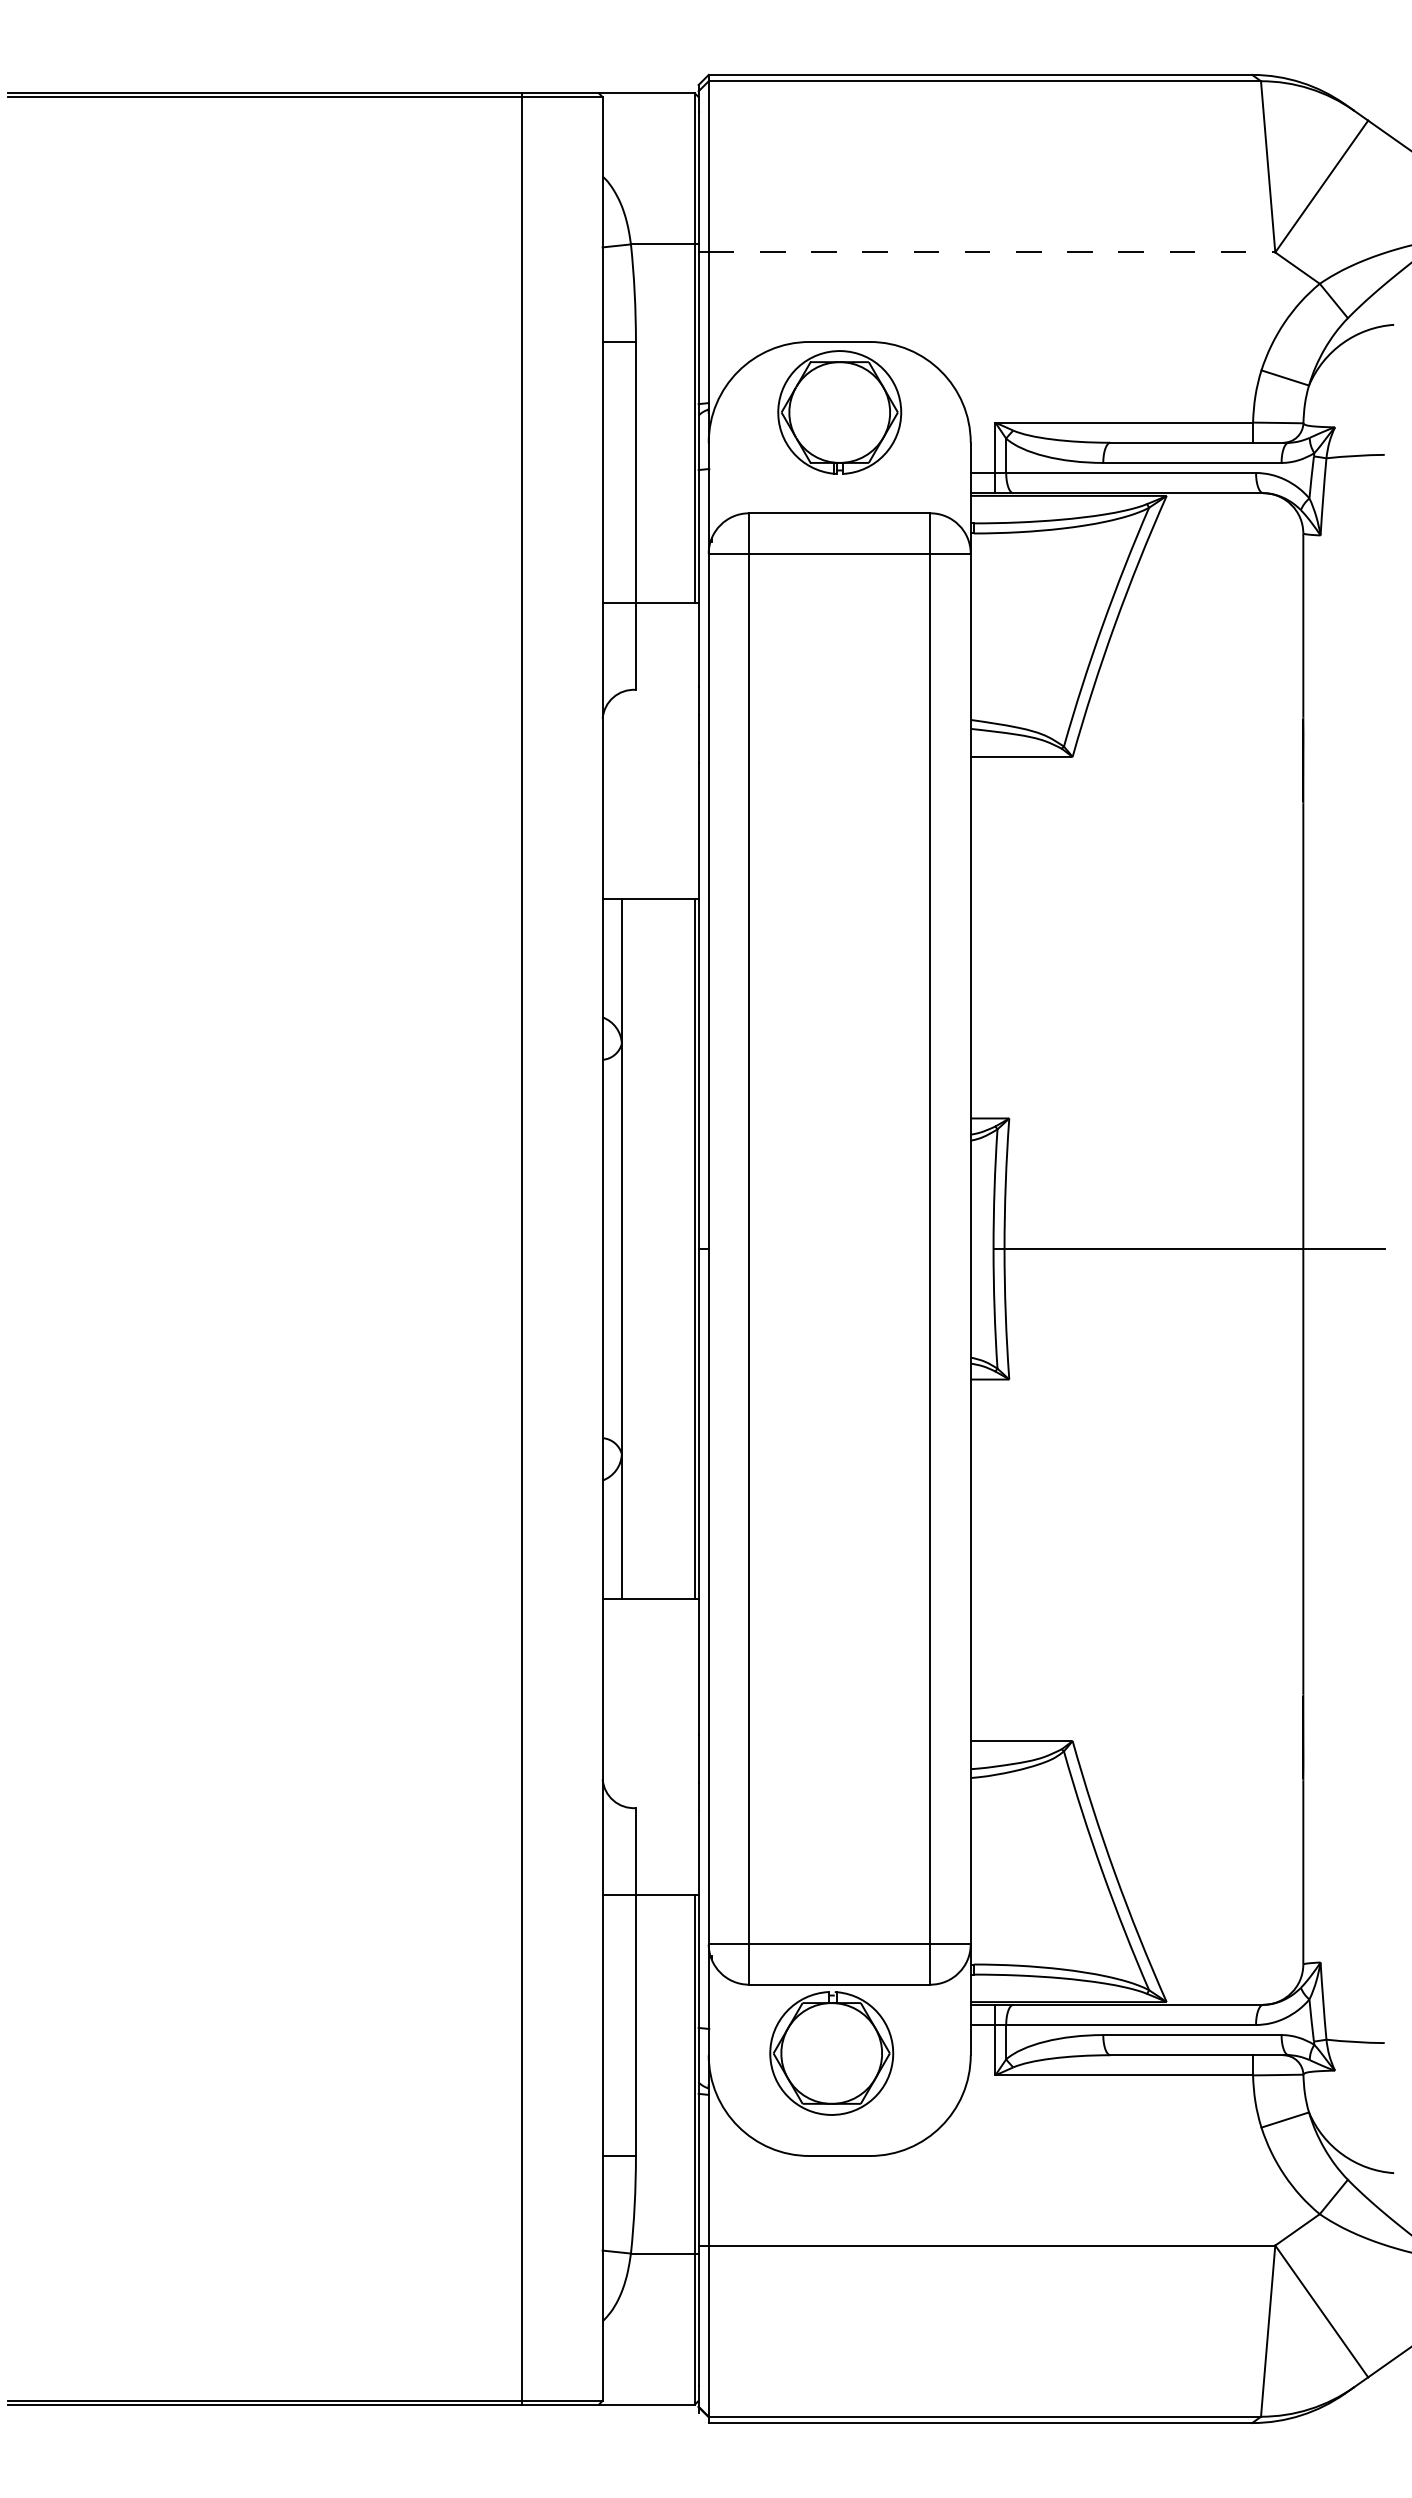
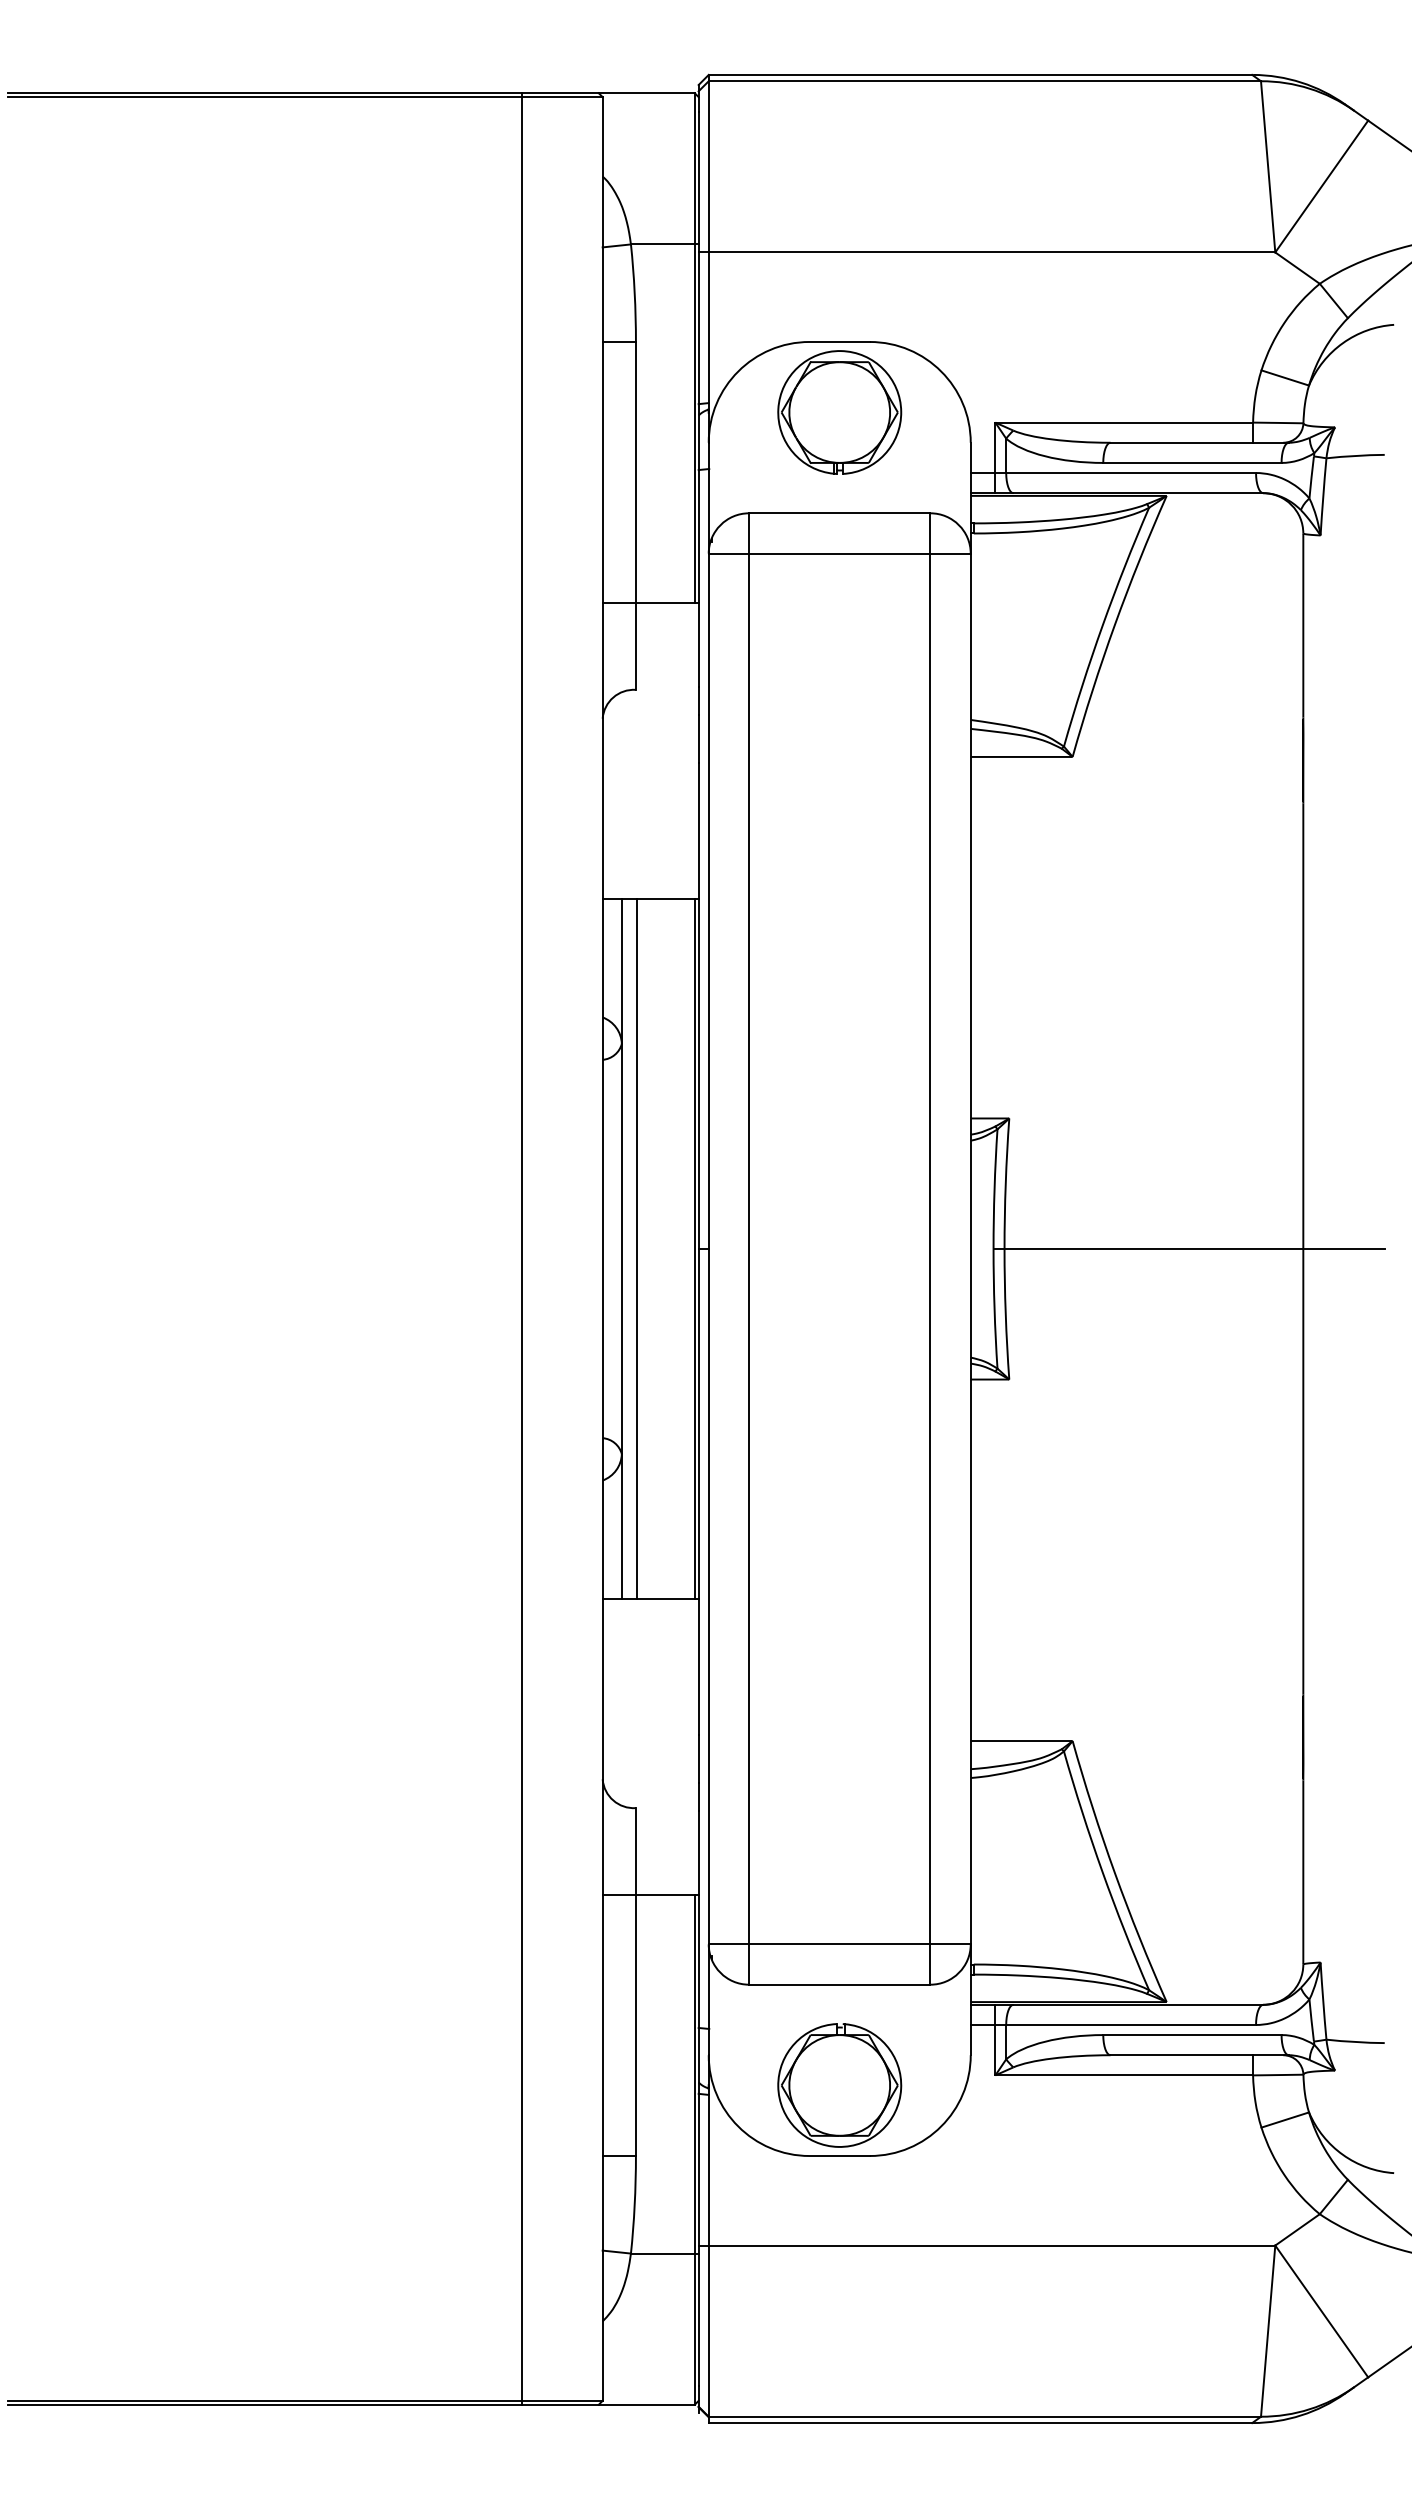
line at (992, 252): dashed -> solid
line at (637, 1248): none -> present
part at (831, 2053) position: (831, 2053) -> (839, 2085)
